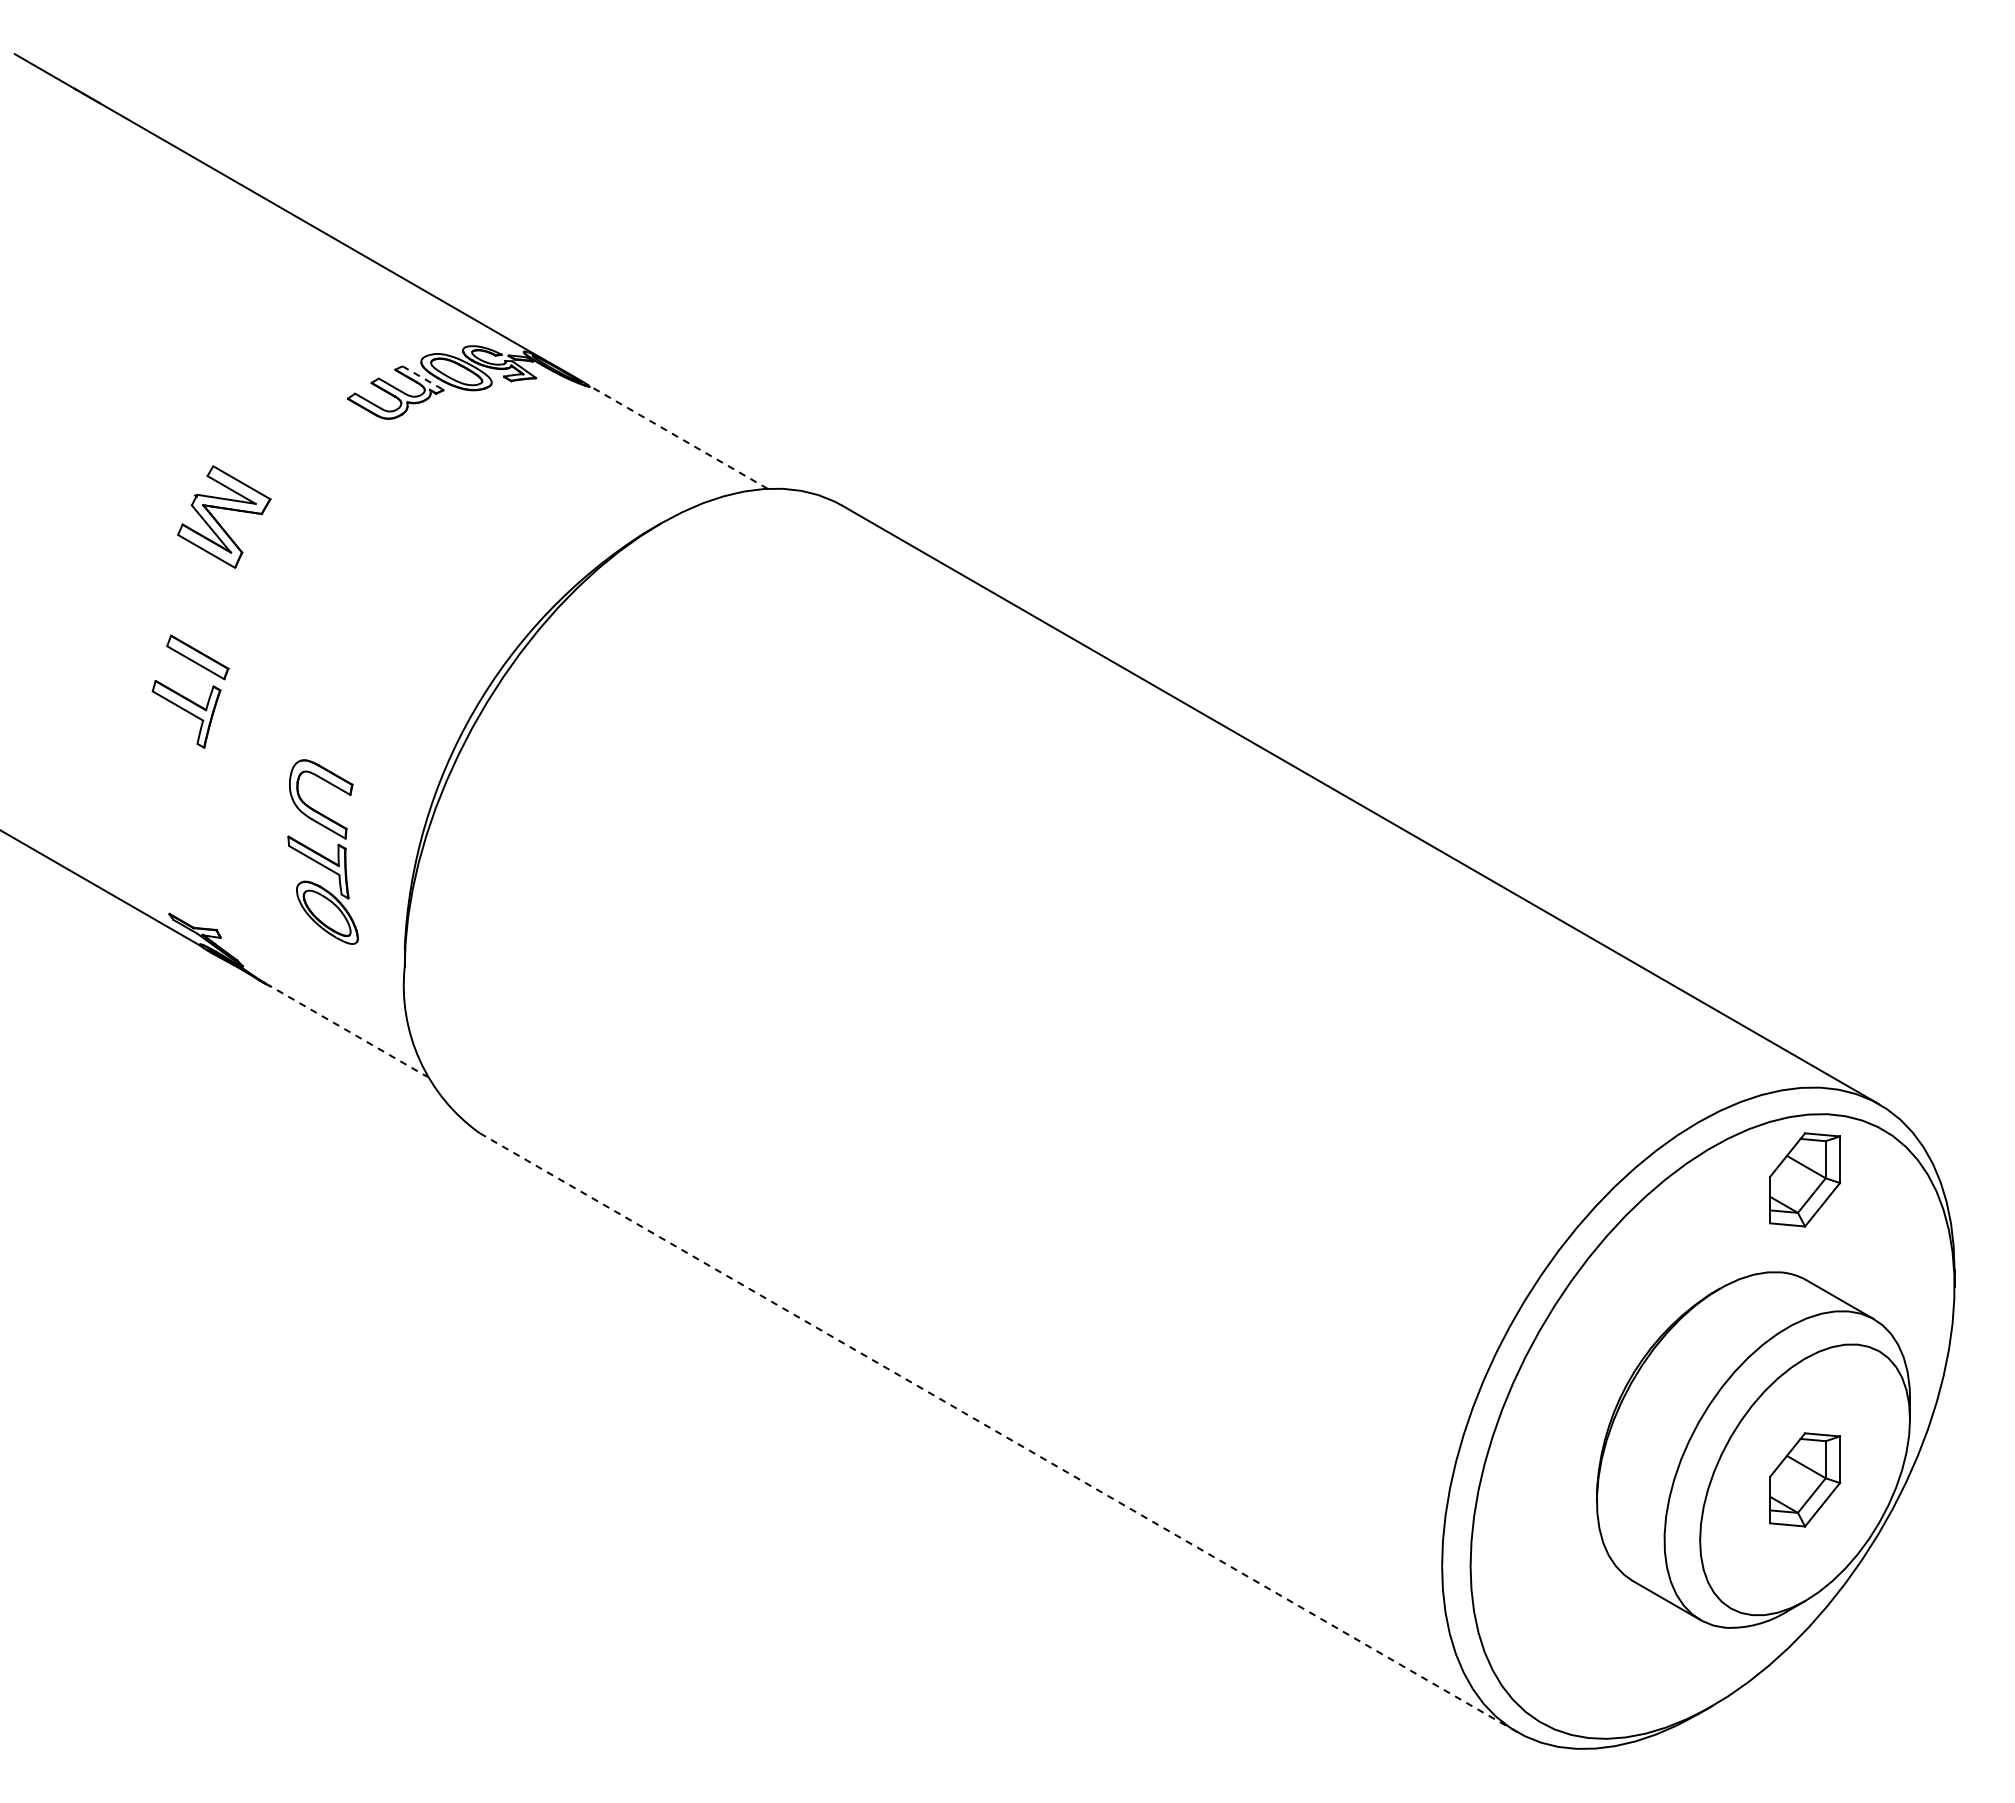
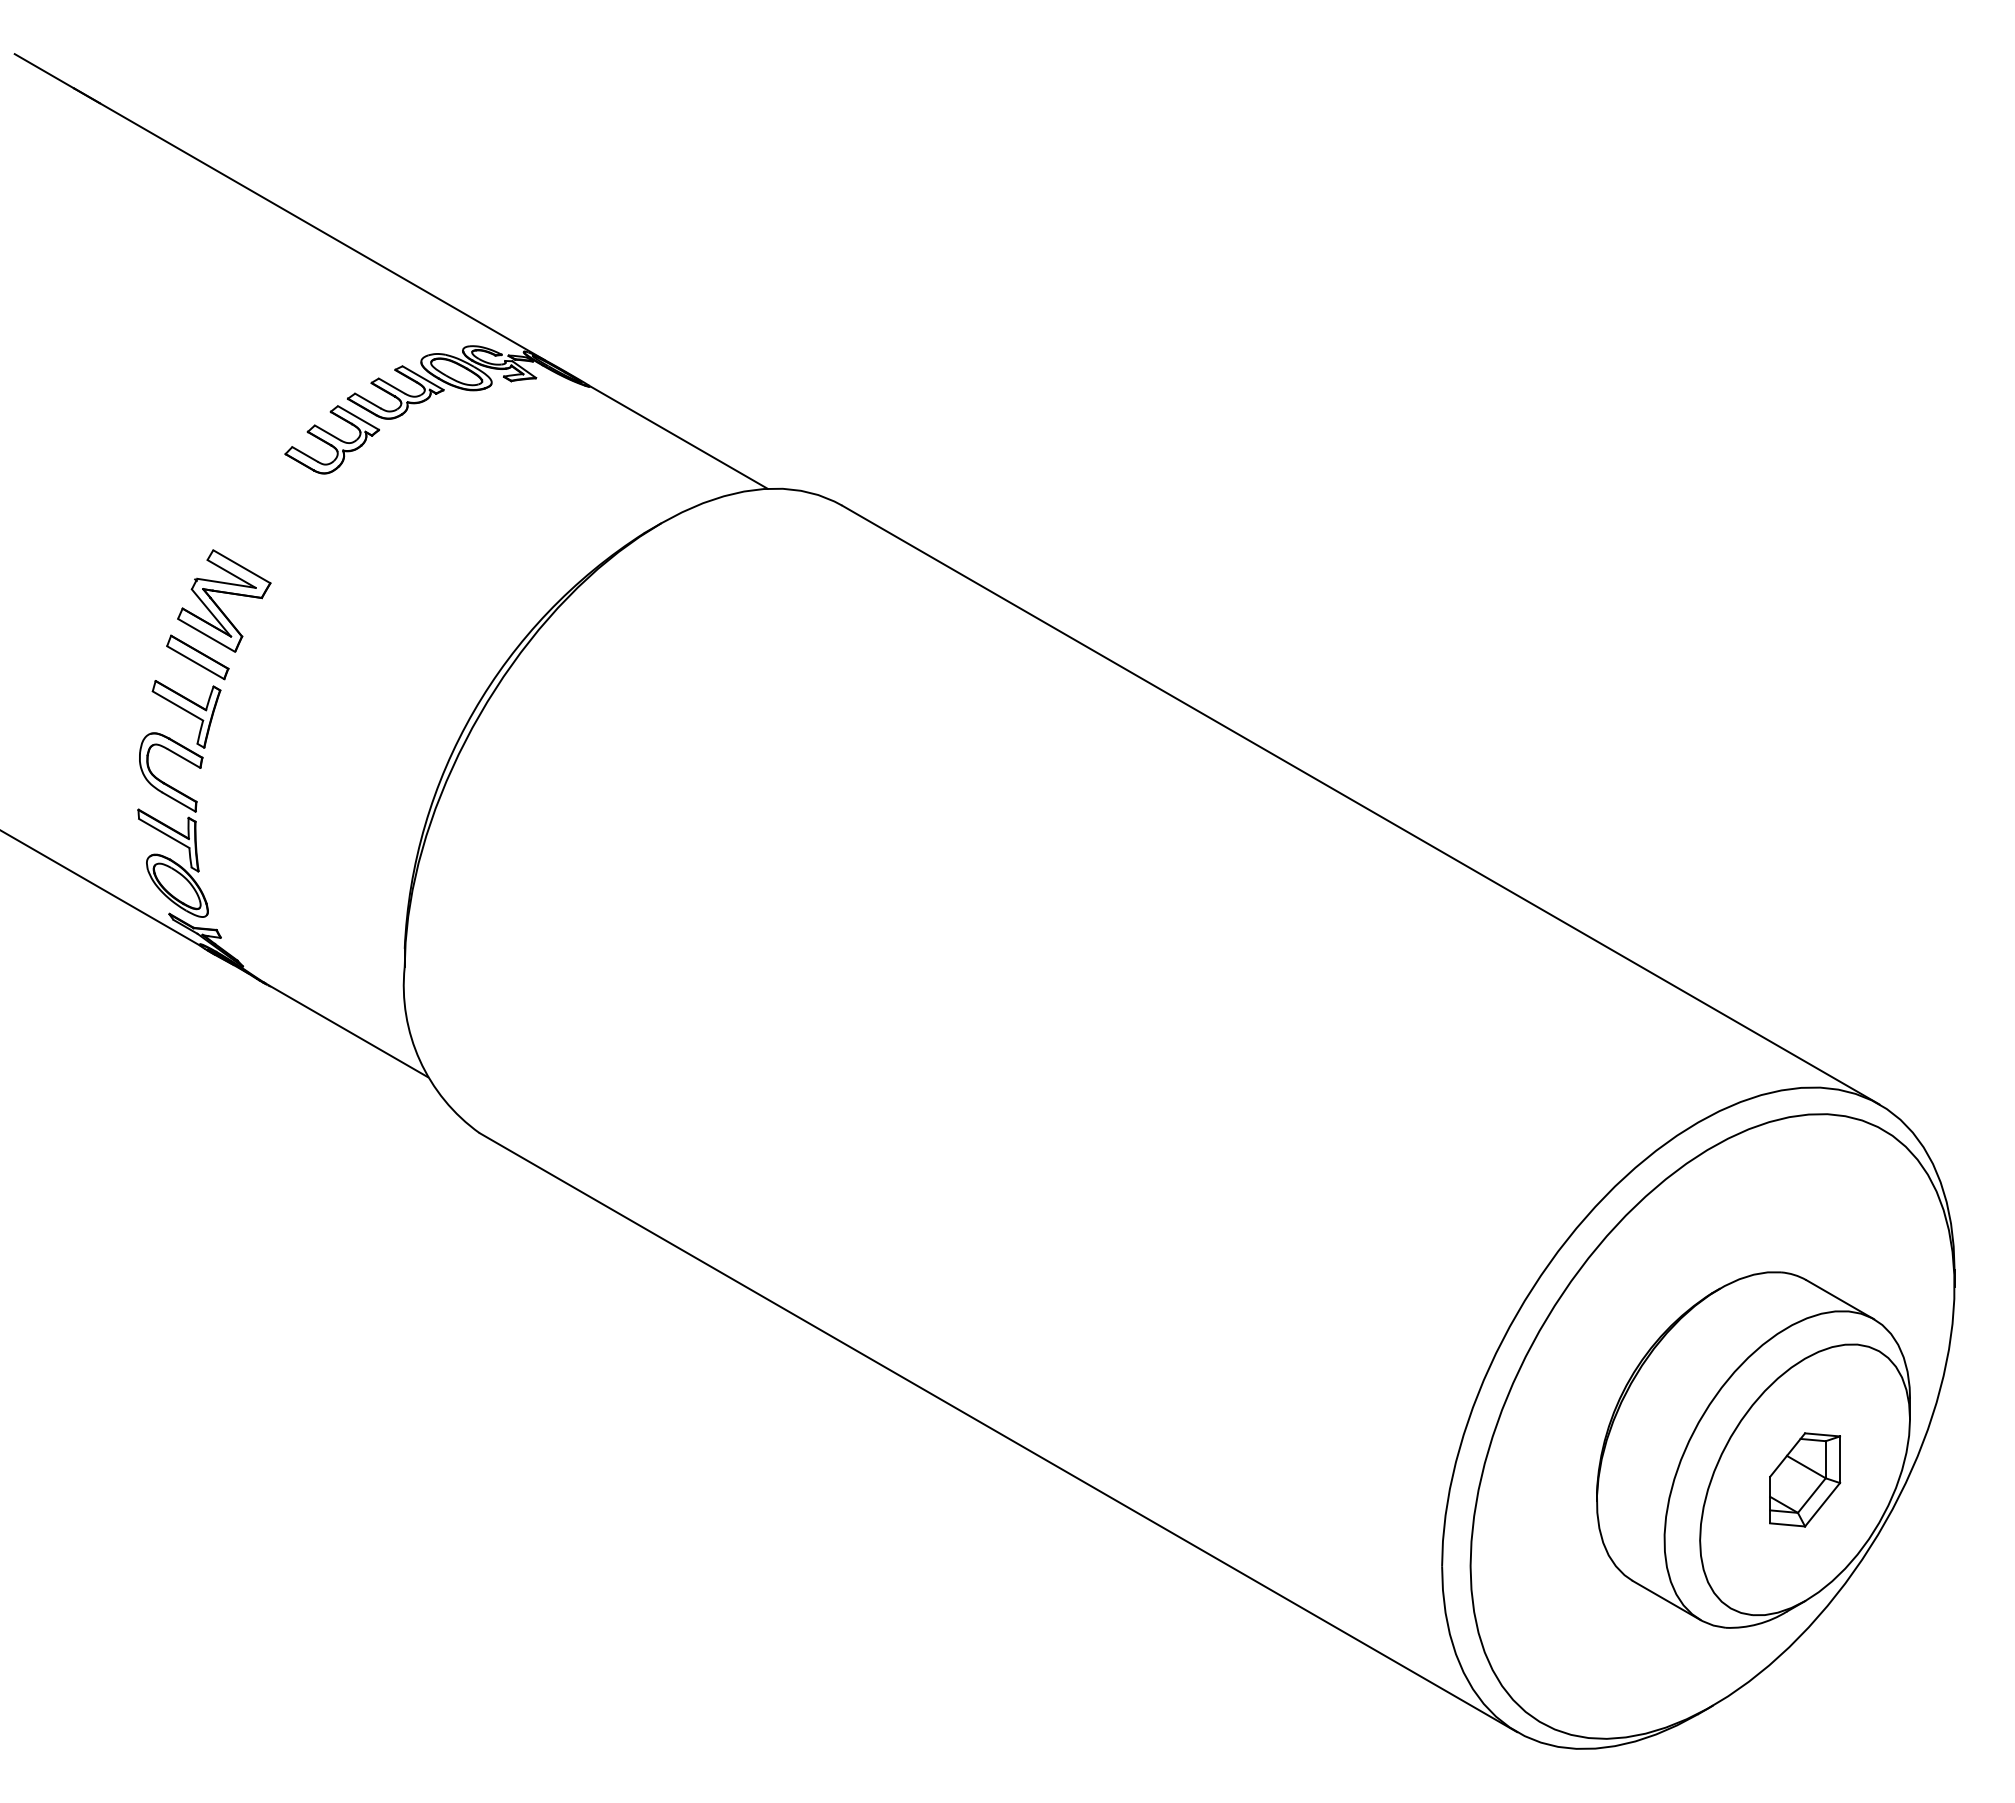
line at (423, 378): dashed -> solid
line at (677, 436): dashed -> solid
part at (331, 439): none -> present
part at (224, 509) position: (224, 509) -> (224, 593)
part at (322, 851) position: (322, 851) -> (172, 824)
line at (346, 1030): dashed -> solid
part at (1805, 1179): present -> none
line at (998, 1432): dashed -> solid
